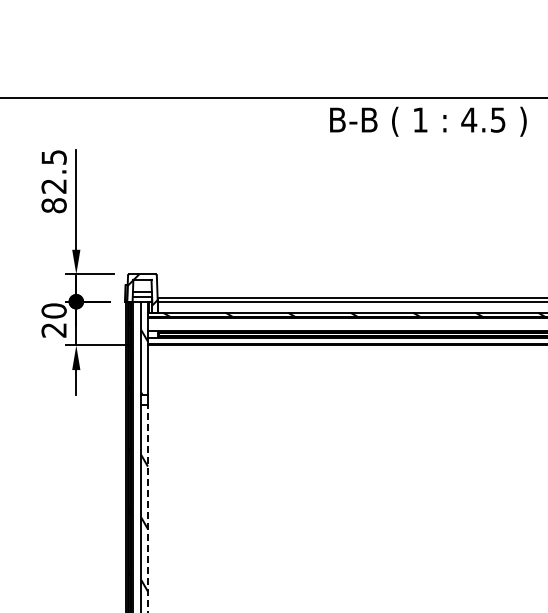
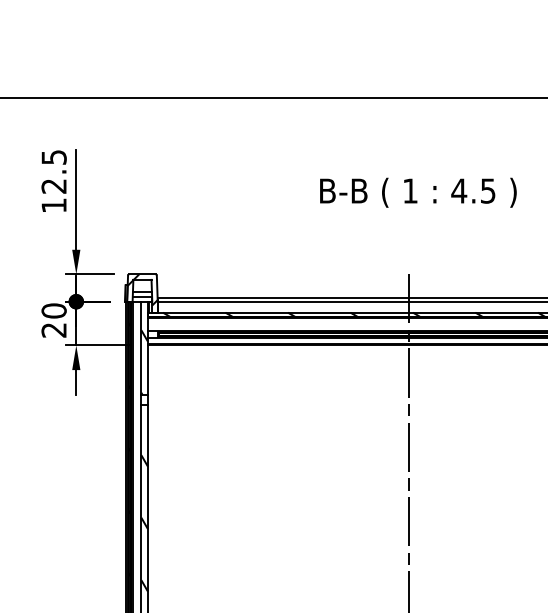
text at (428, 121) position: (428, 121) -> (418, 192)
text at (53, 205): 82.5 -> 12.5
line at (409, 441): none -> present
line at (147, 508): dashed -> solid
